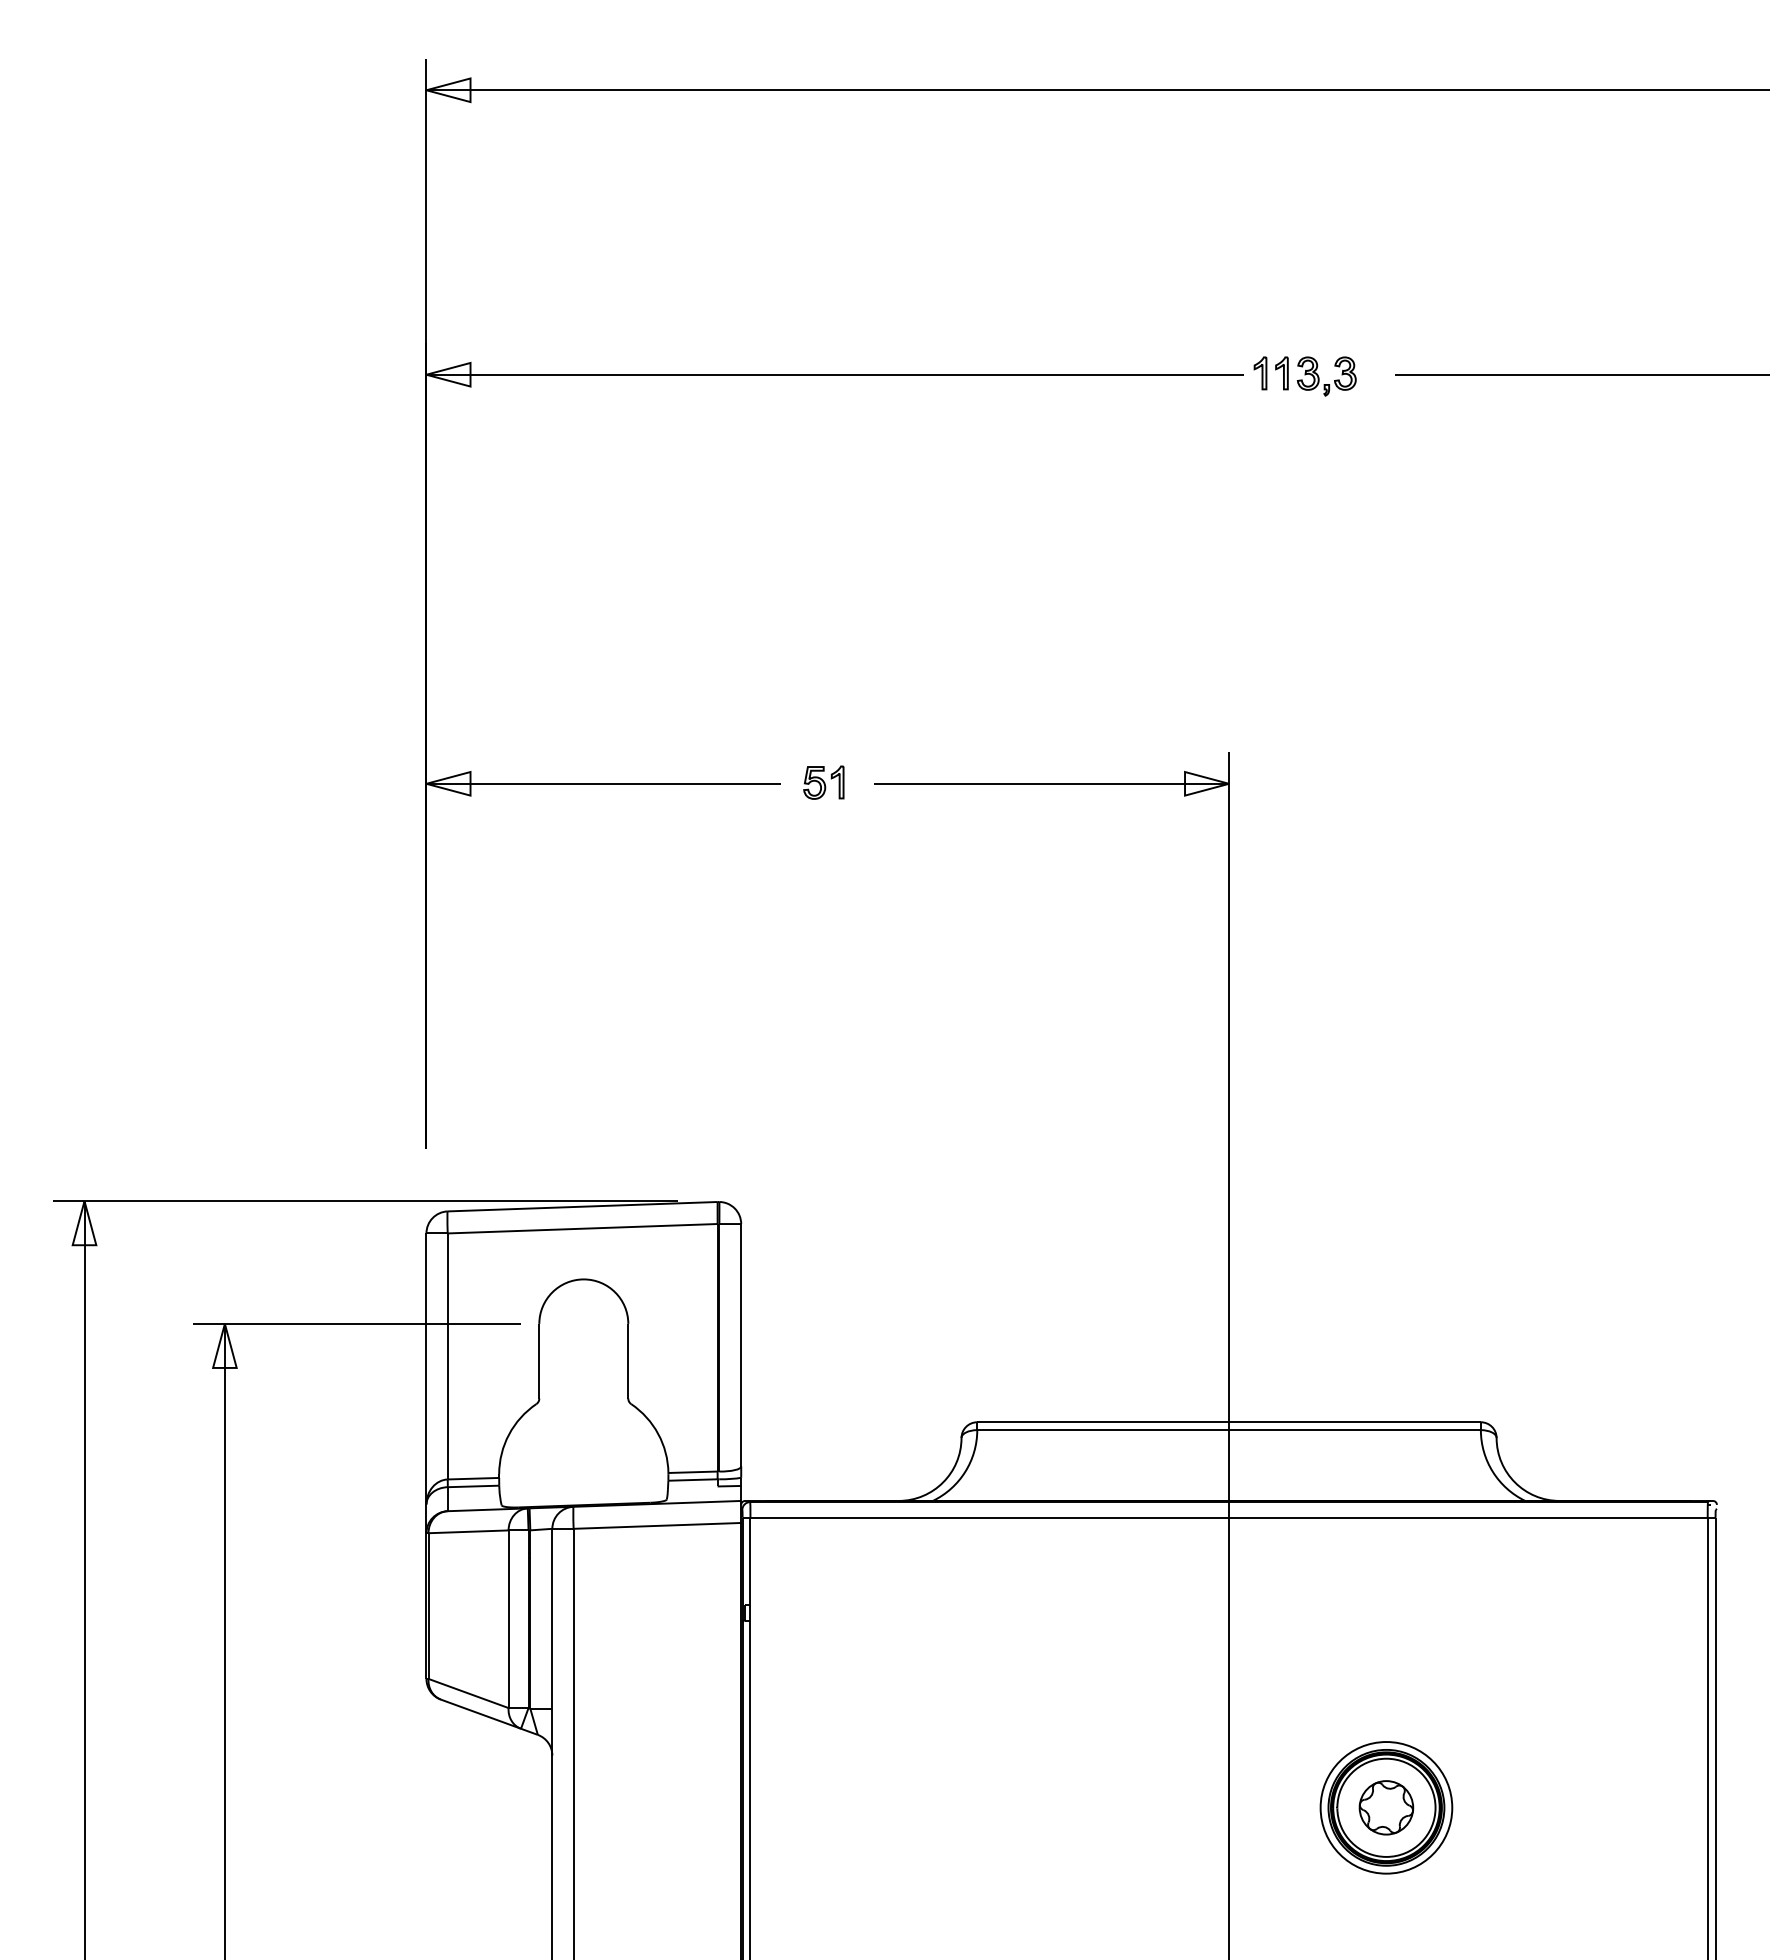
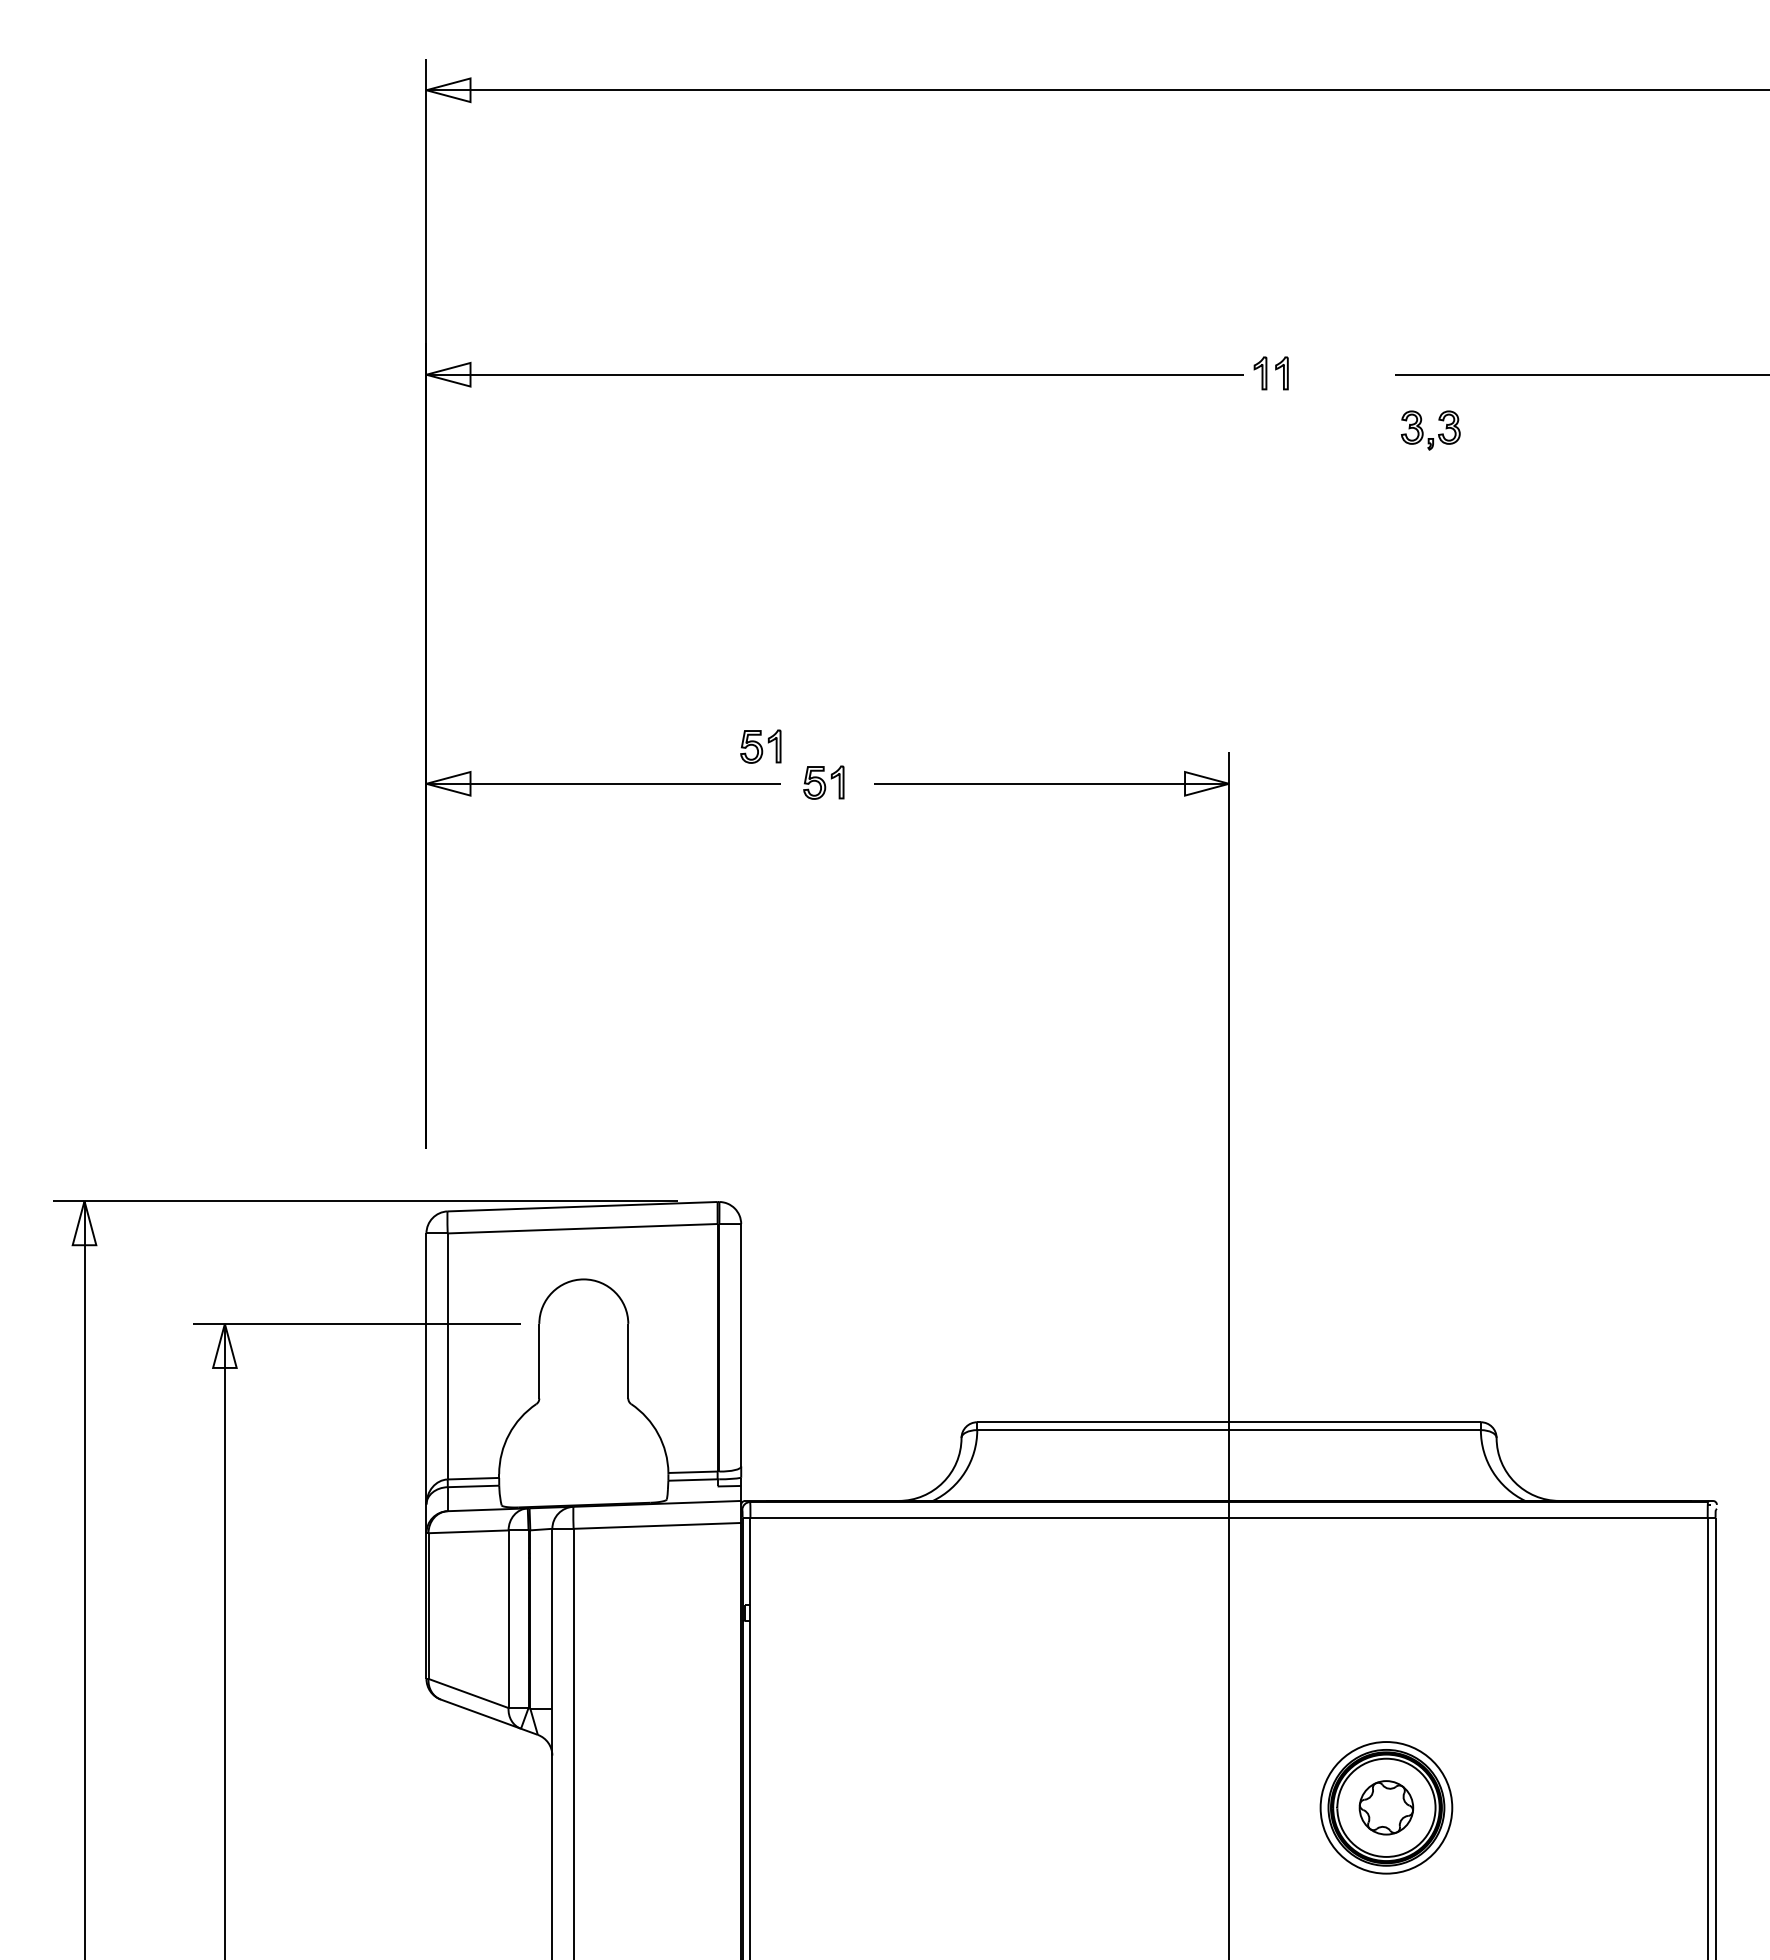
part at (1319, 377) position: (1319, 377) -> (1423, 431)
part at (760, 746): none -> present
